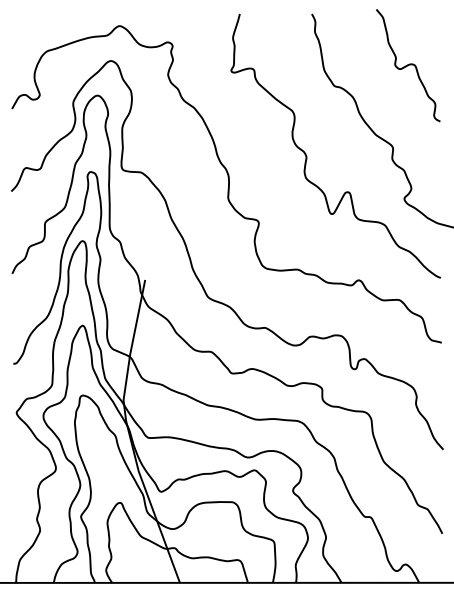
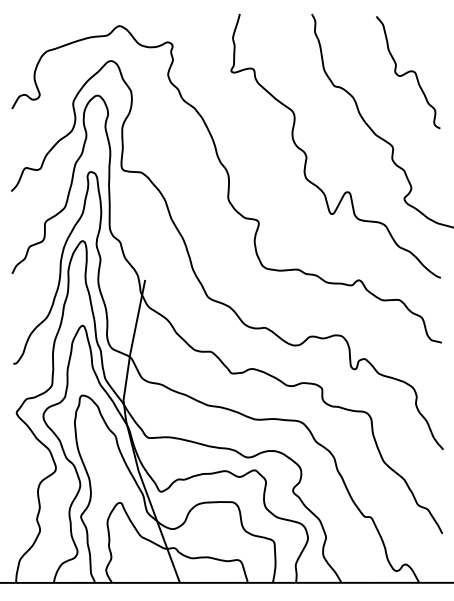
curve at (408, 65) position: (408, 65) -> (408, 72)
